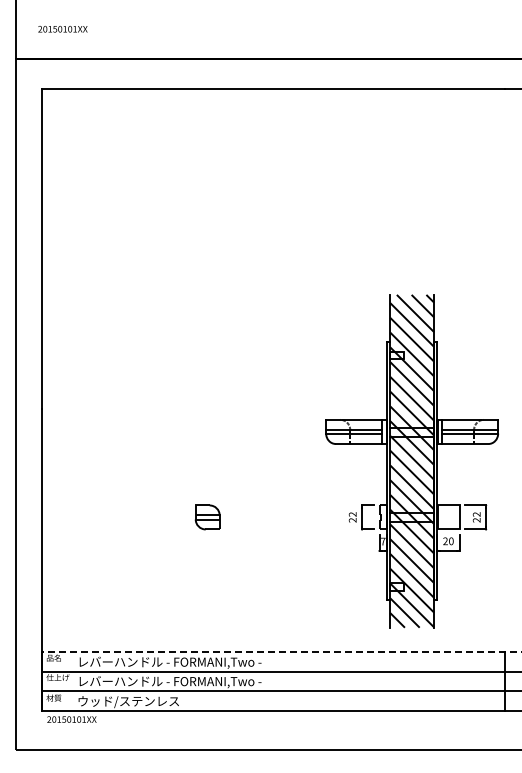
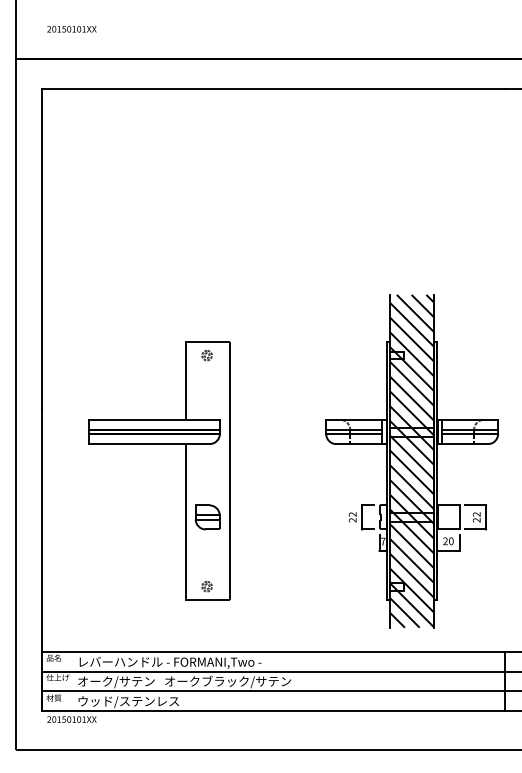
text at (62, 29) position: (62, 29) -> (71, 29)
part at (159, 444): none -> present
line at (281, 651): dashed -> solid
text at (184, 681): レバーハンドル - FORMANI,Two - -> オーク/サテン   オークブラック/サテン
